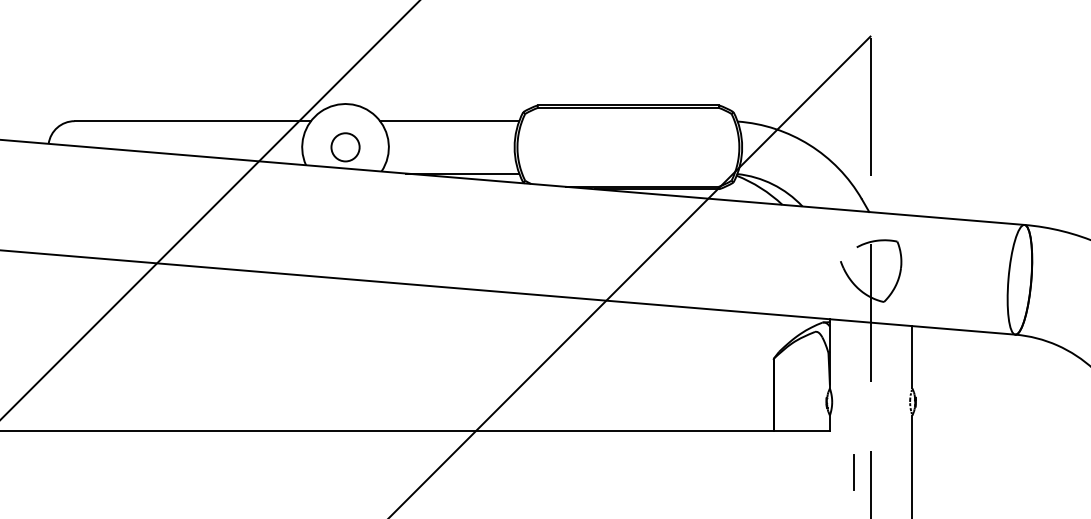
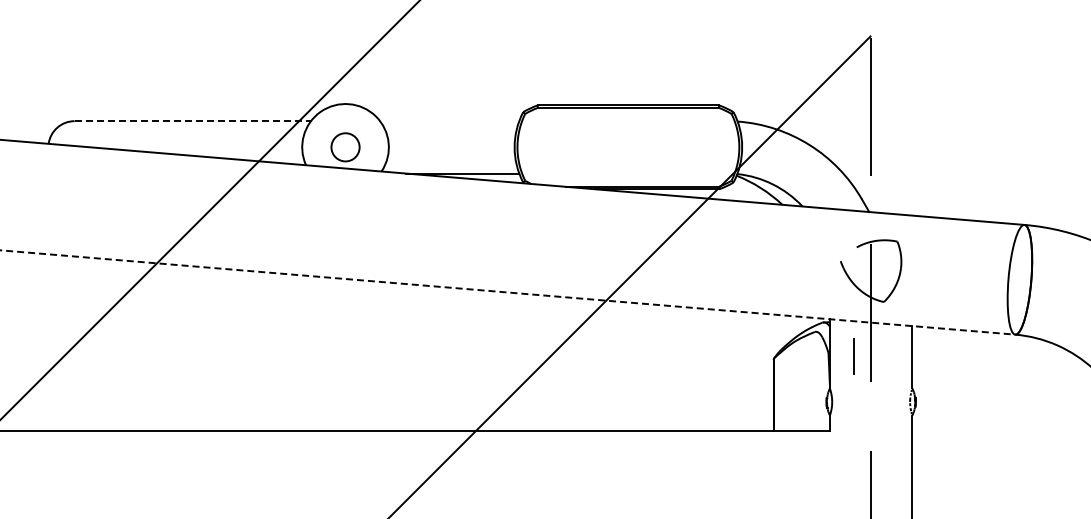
line at (193, 121): solid -> dashed
line at (449, 121): present -> none
line at (508, 292): solid -> dashed
line at (853, 472) position: (853, 472) -> (853, 356)
